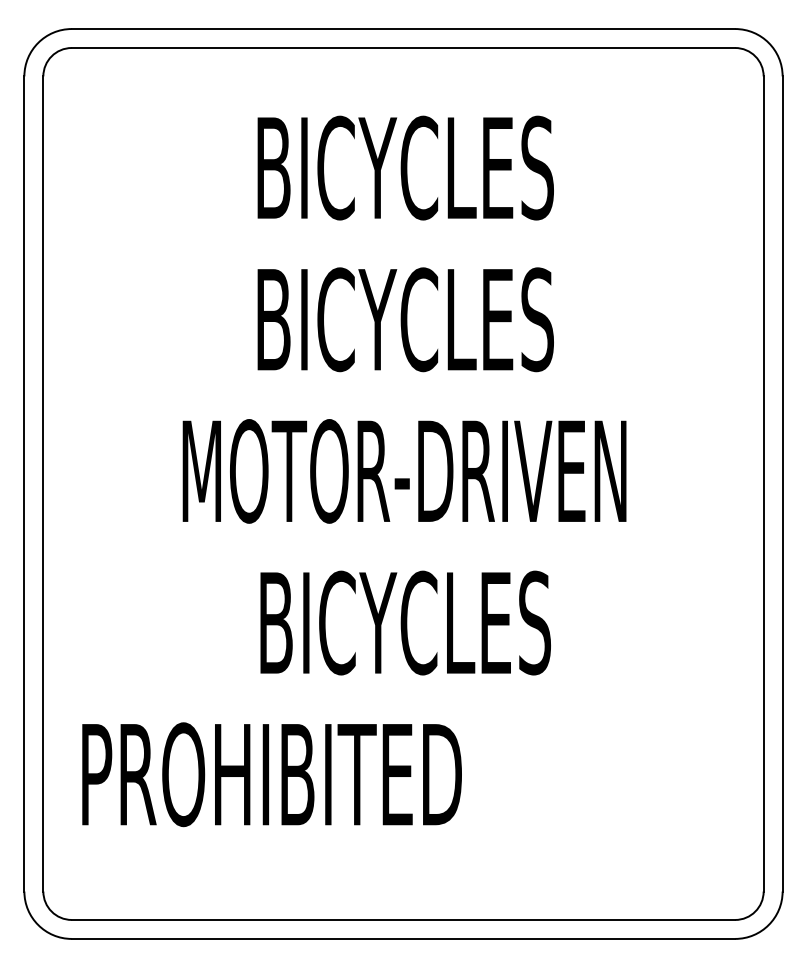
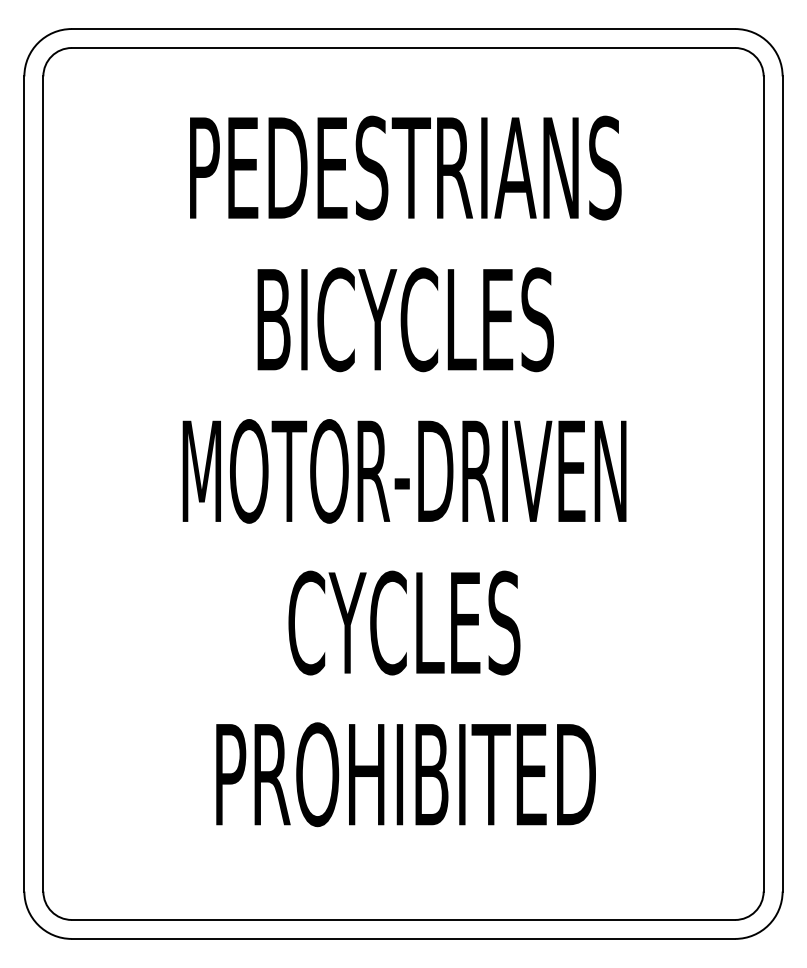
text at (405, 167): BICYCLES -> PEDESTRIANS
text at (405, 622): BICYCLES -> CYCLES
text at (271, 774) position: (271, 774) -> (405, 774)
